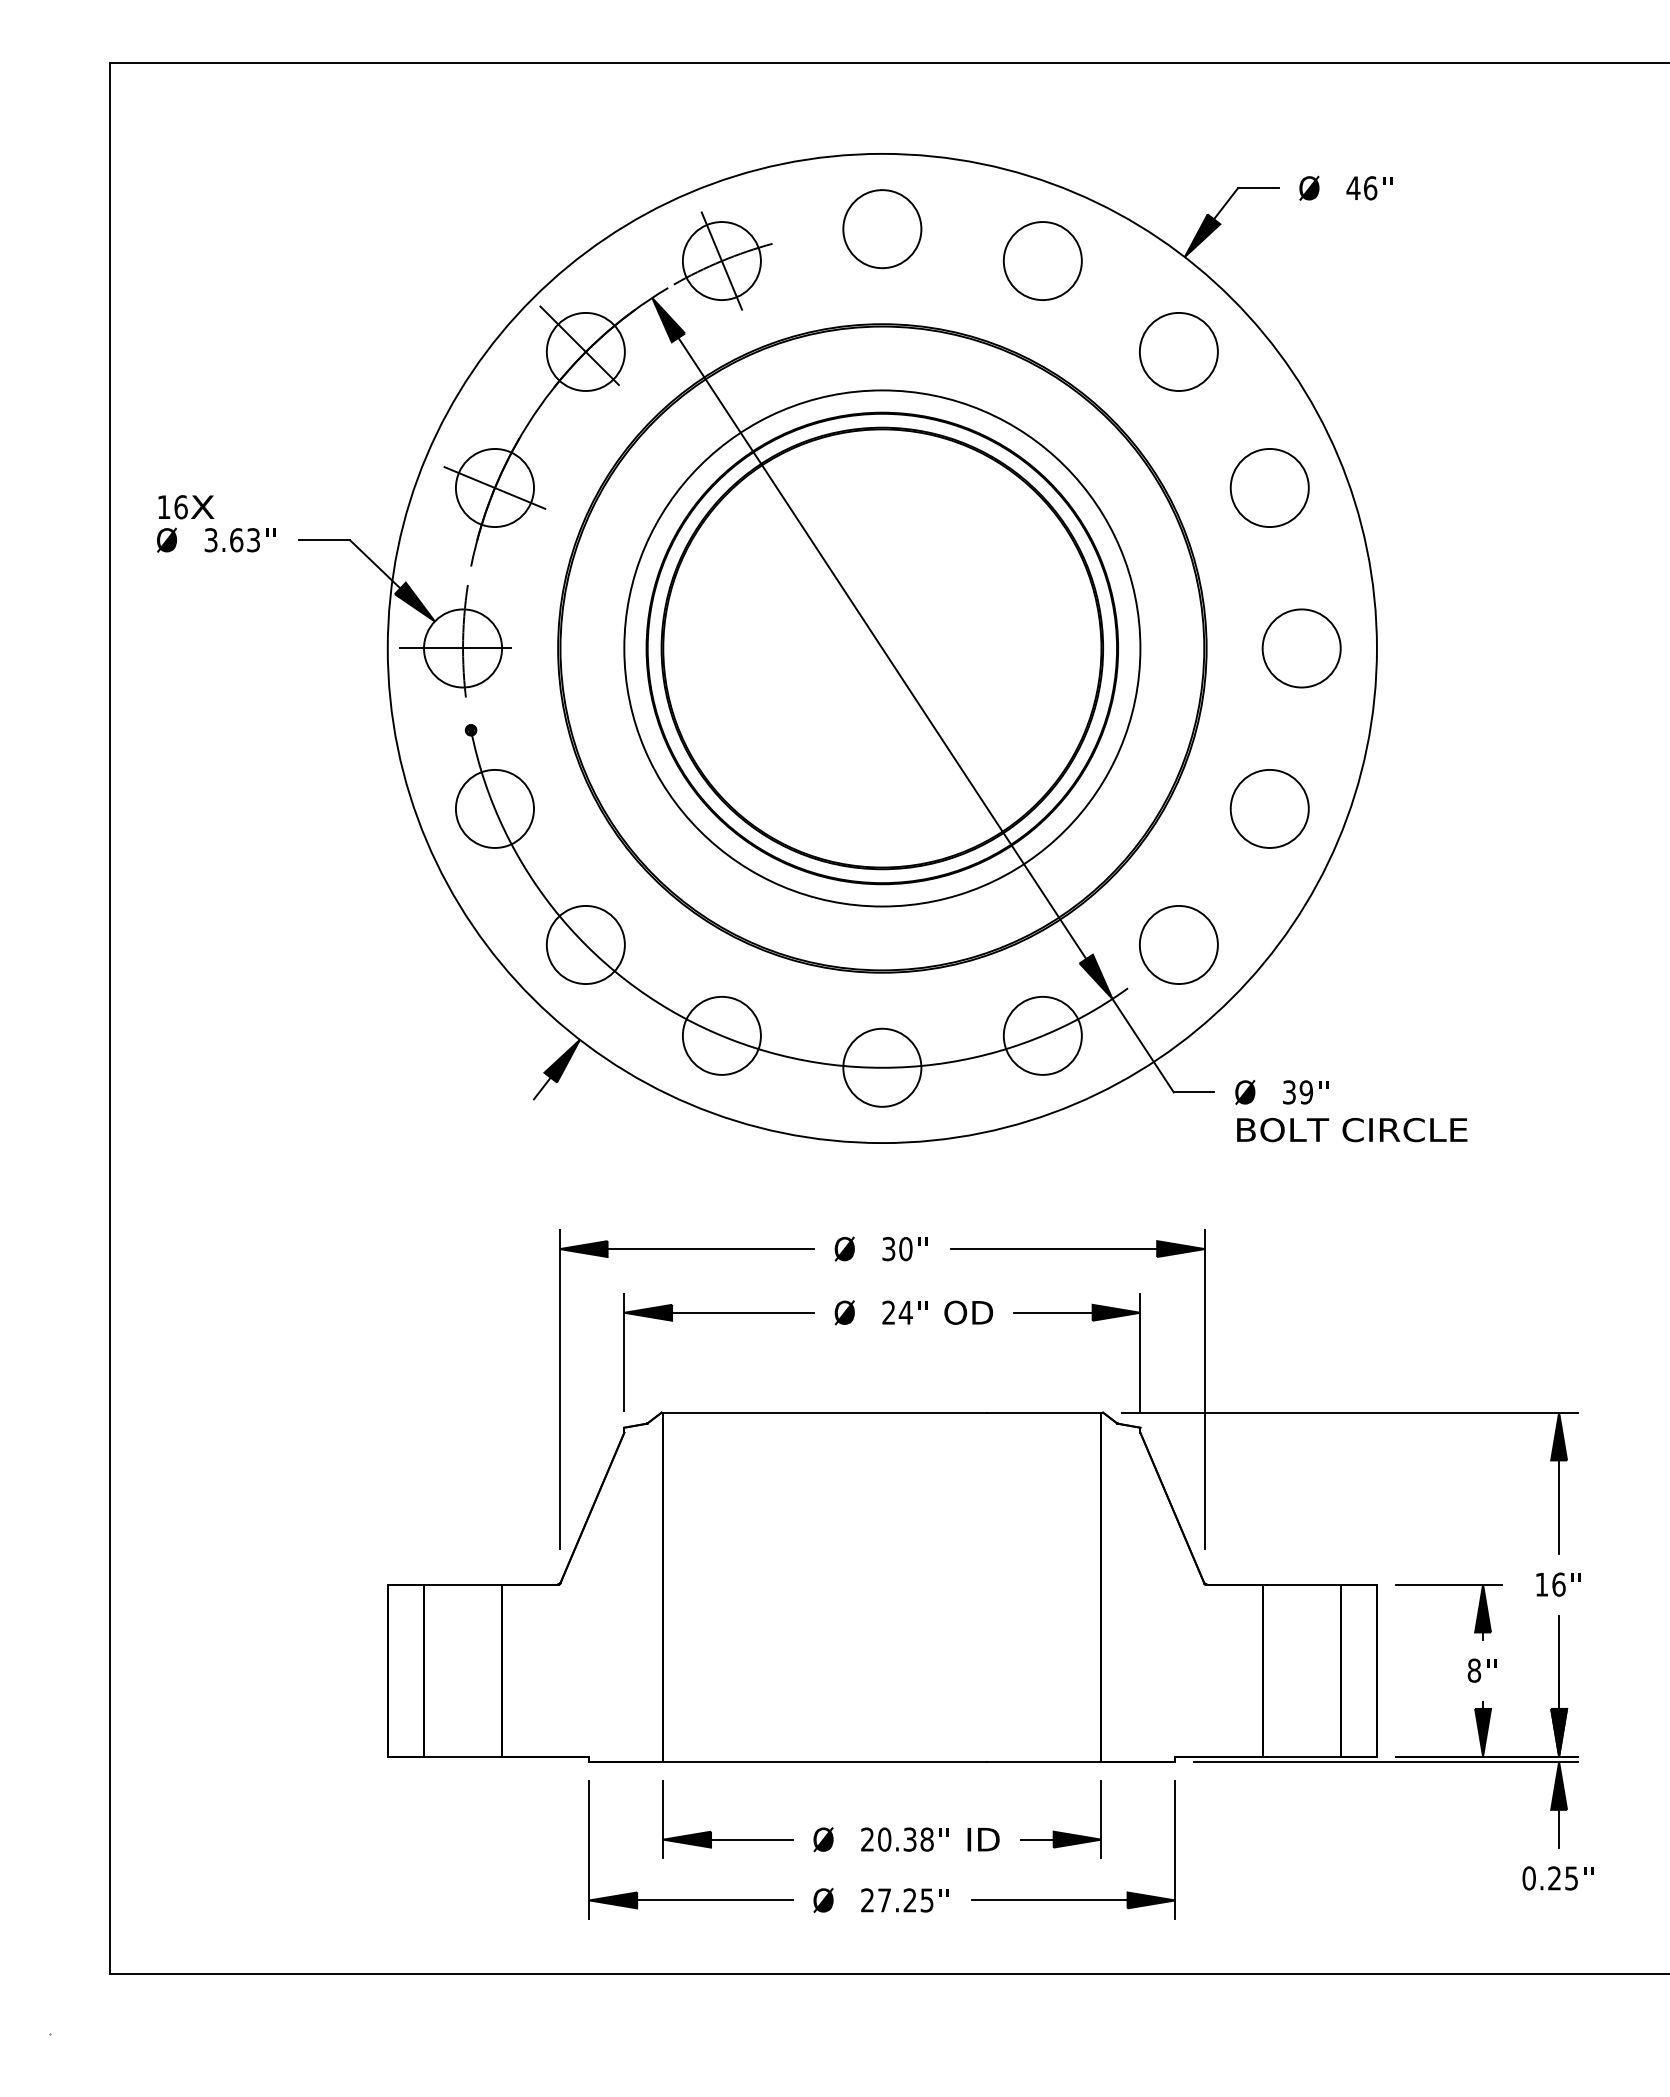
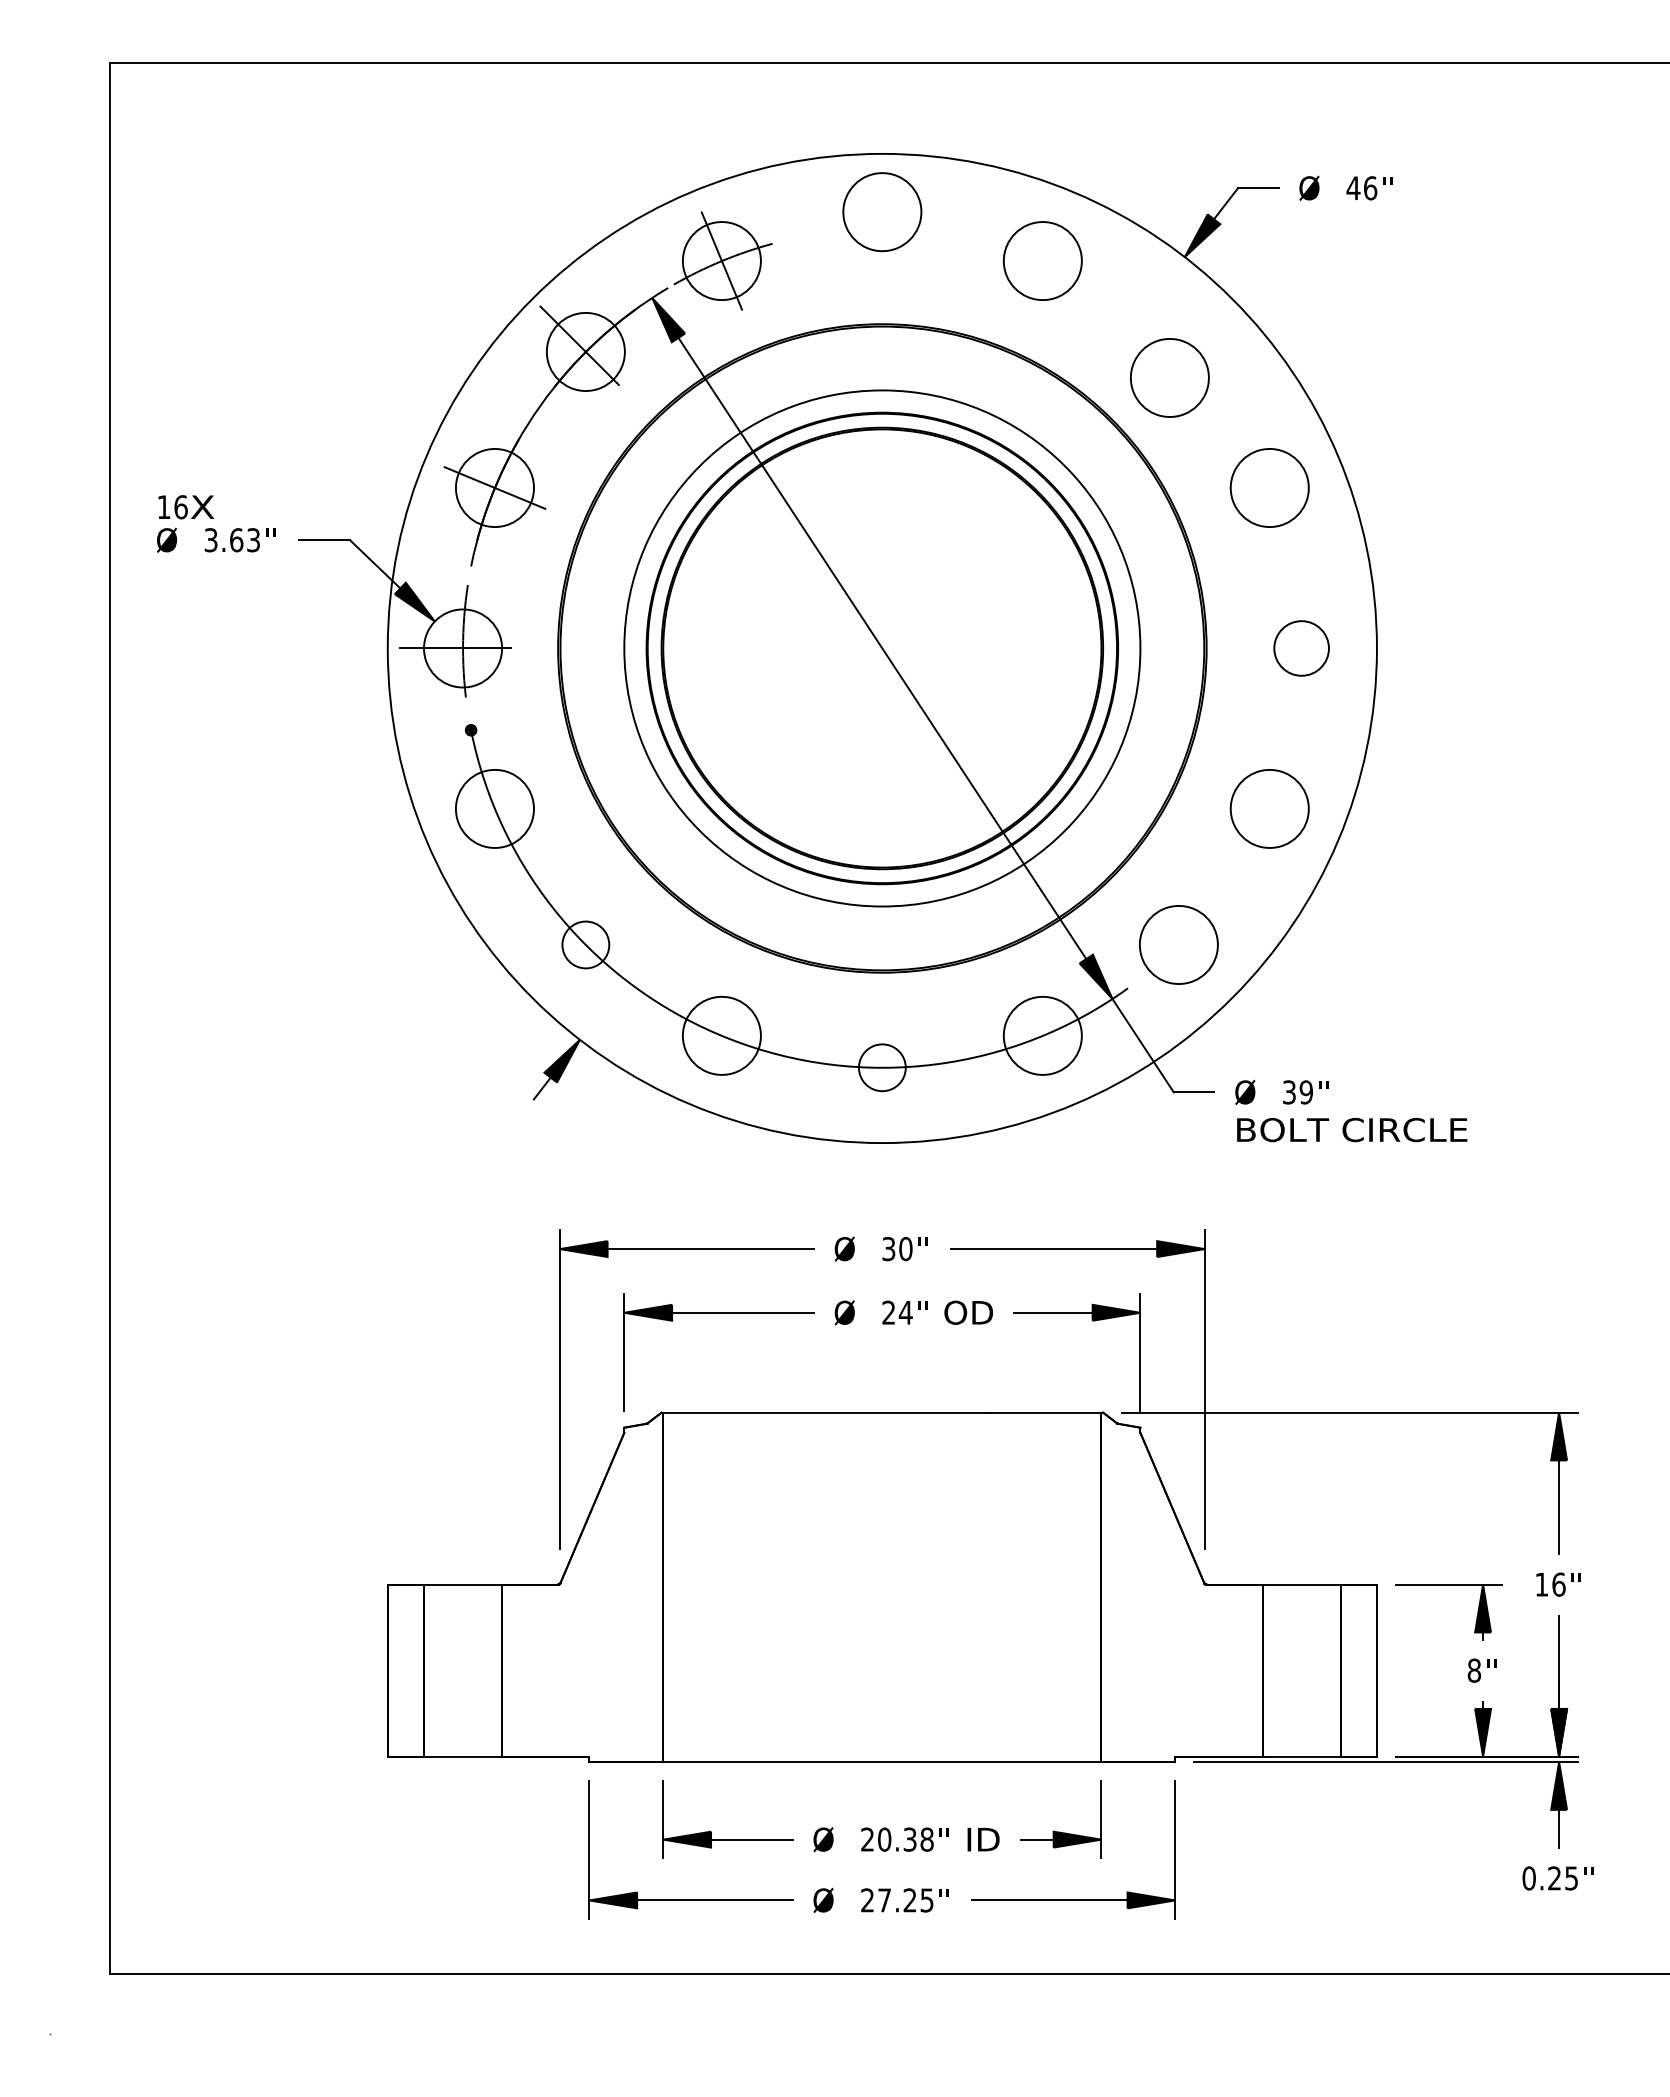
circle at (882, 229) position: (882, 229) -> (882, 212)
circle at (1178, 351) position: (1178, 351) -> (1169, 377)
circle at (1301, 648) size: 81x81 px -> 57x57 px
circle at (585, 944) diameter: 78 px -> 47 px
circle at (882, 1067) diameter: 78 px -> 47 px
